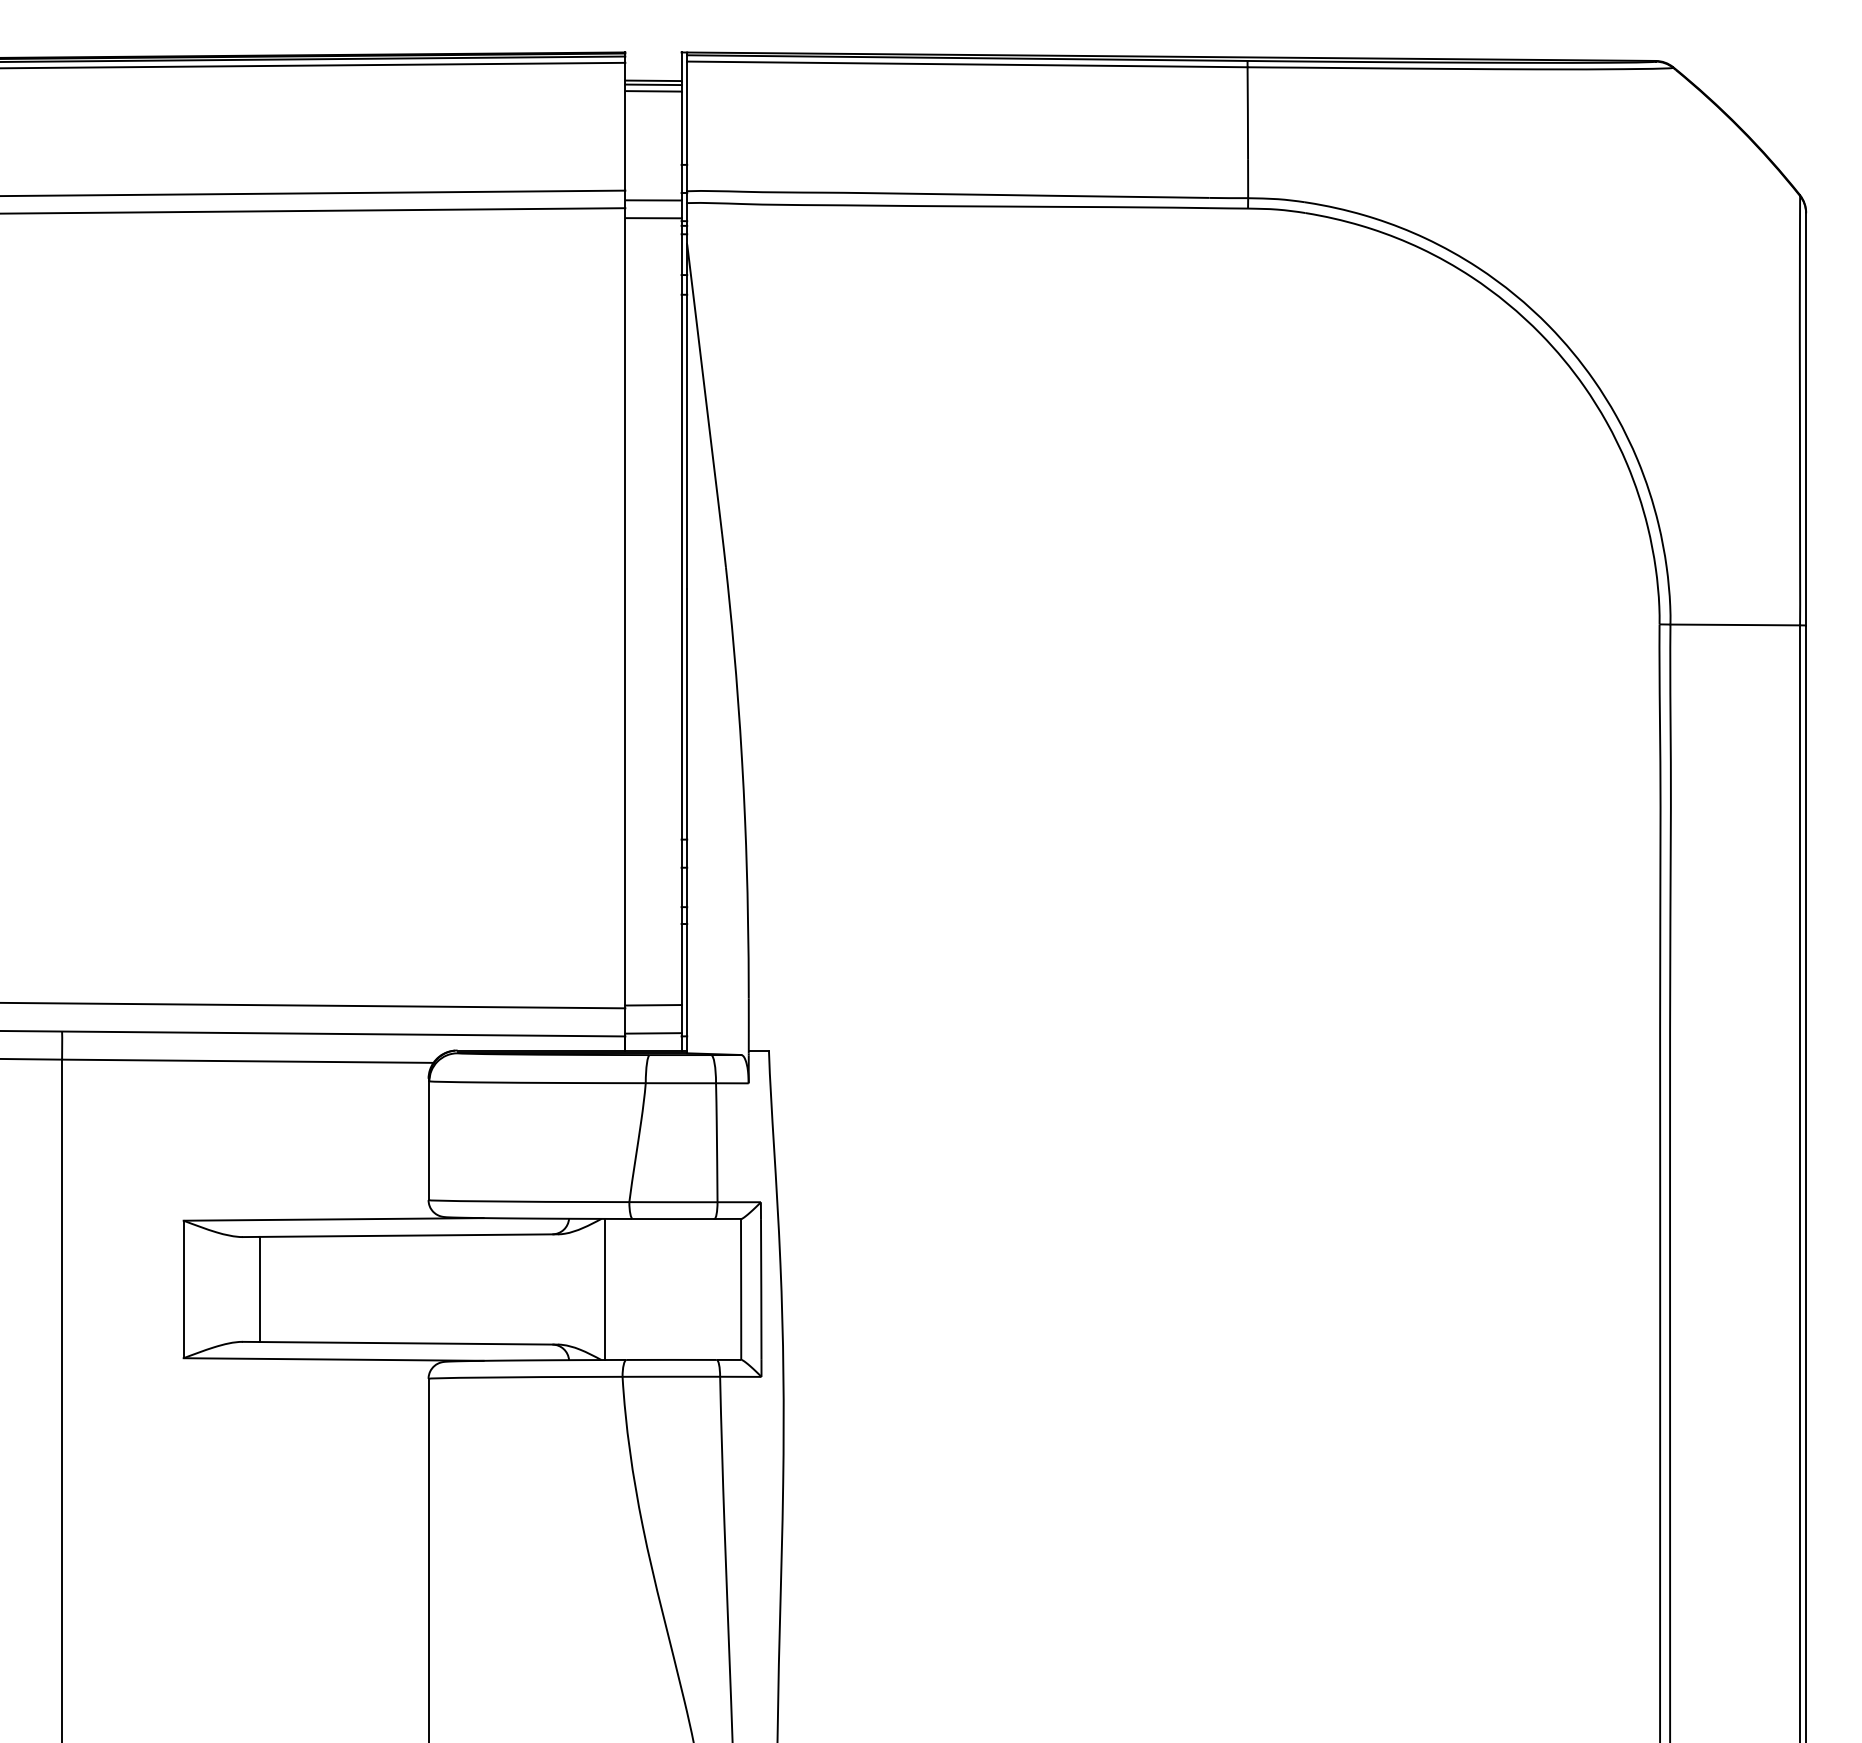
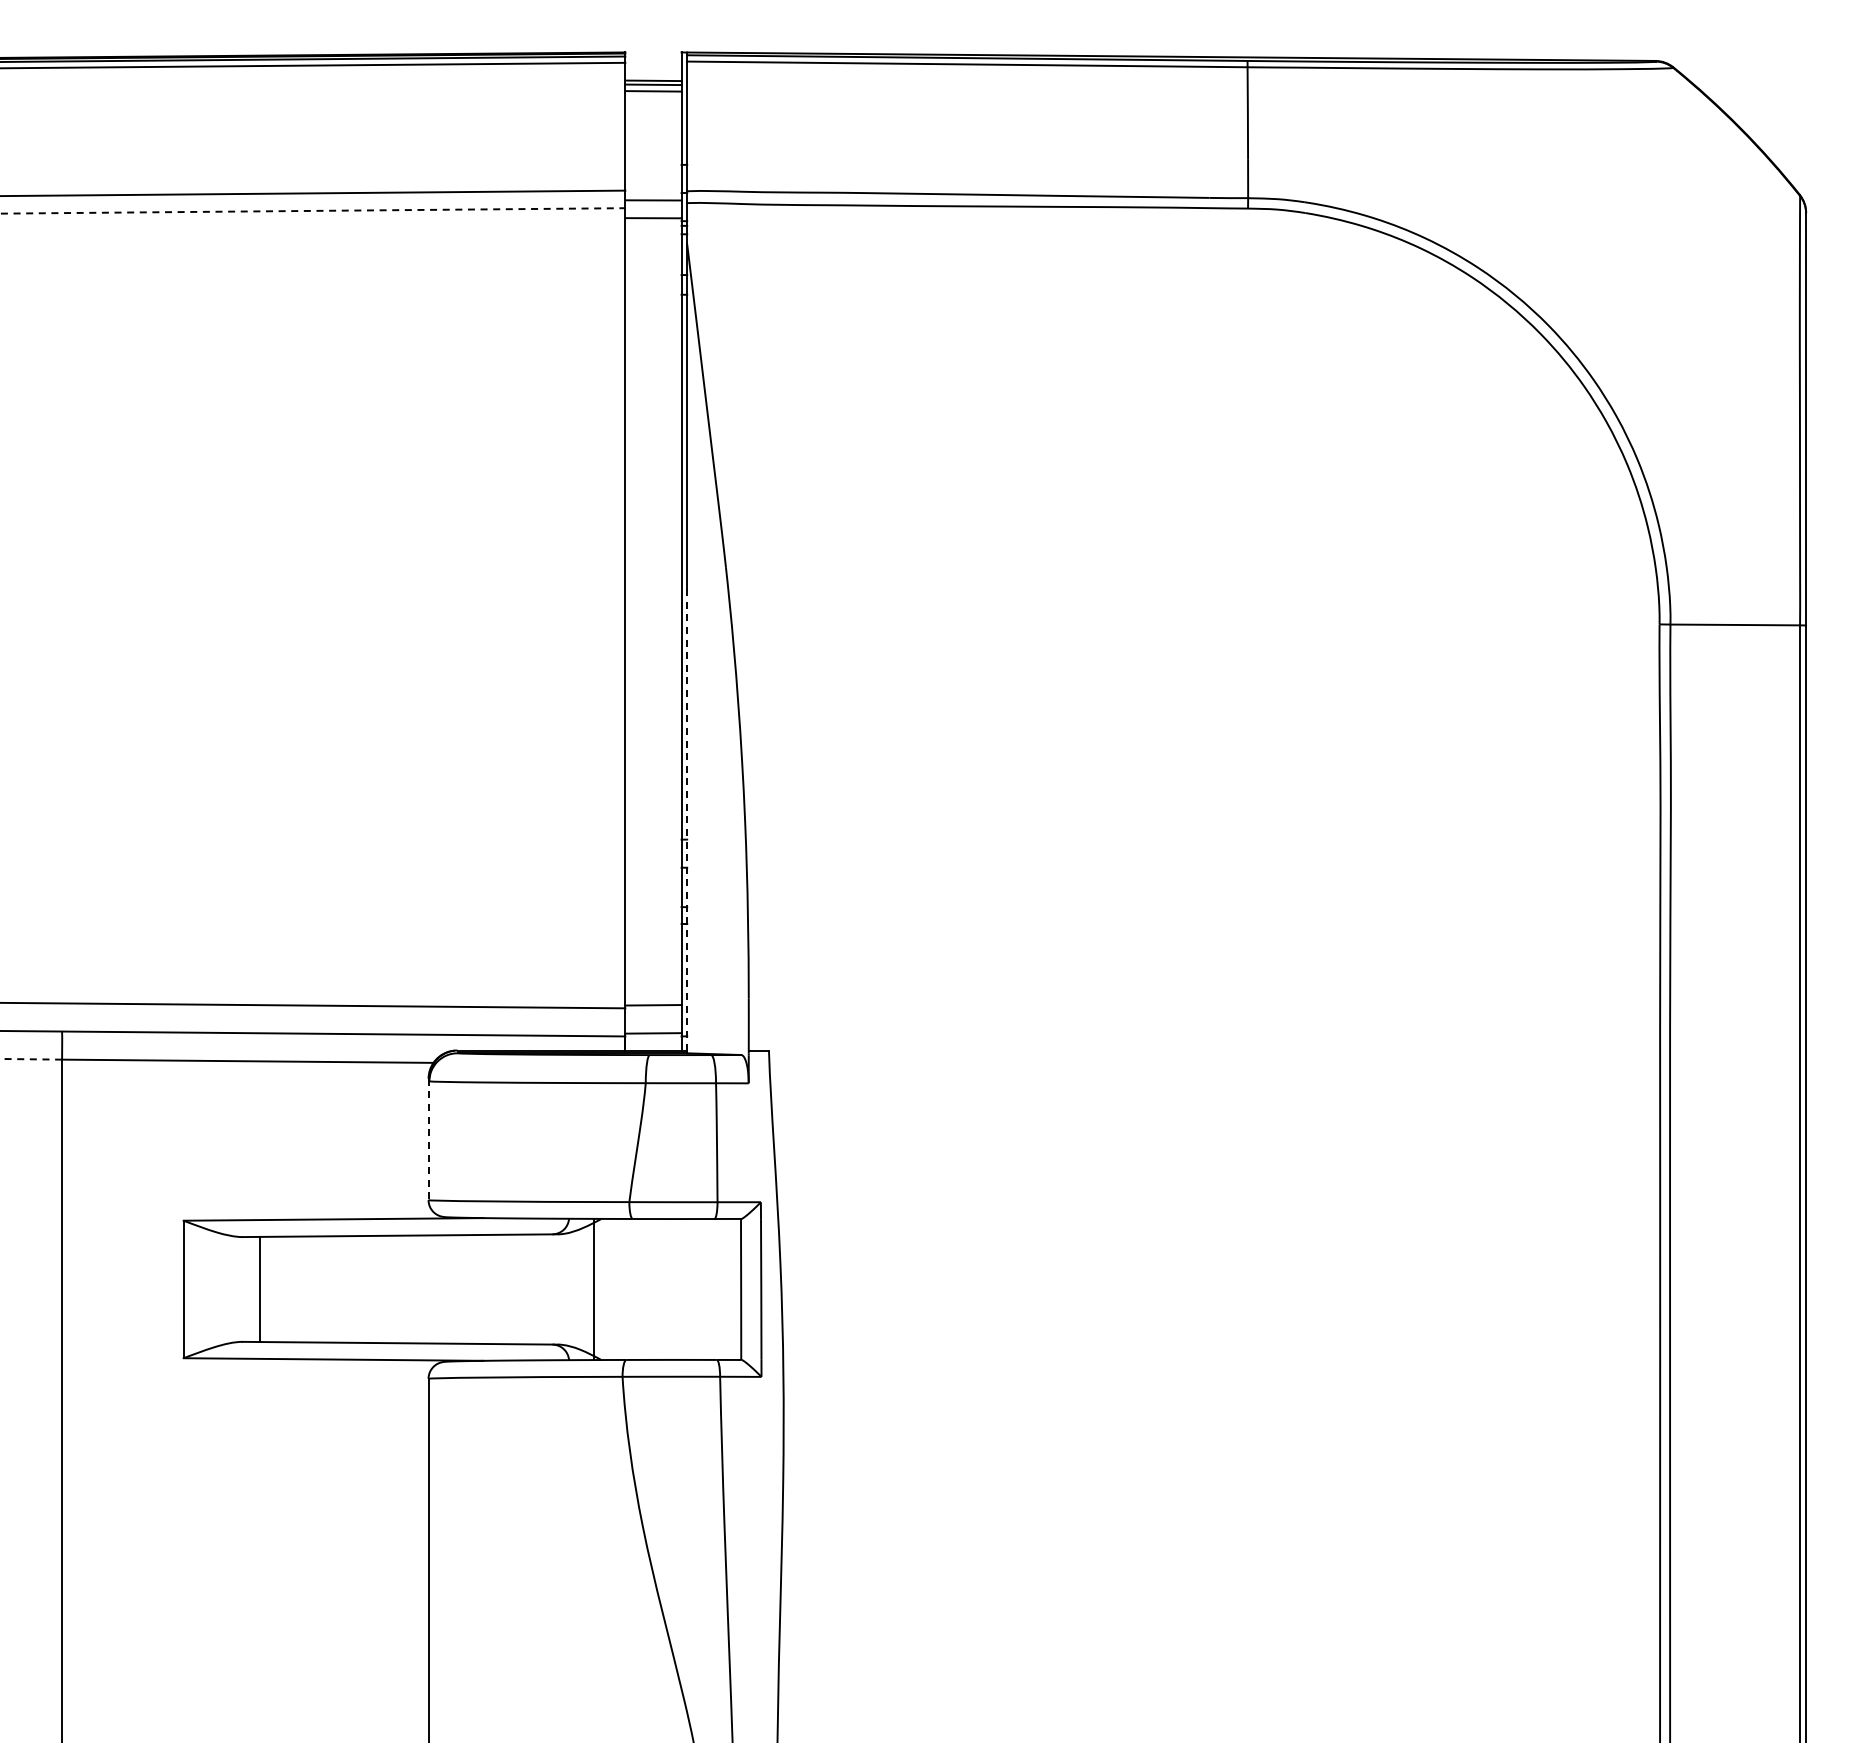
line at (313, 210): solid -> dashed
line at (687, 819): solid -> dashed
line at (31, 1059): solid -> dashed
line at (428, 1139): solid -> dashed
line at (604, 1289) position: (604, 1289) -> (593, 1289)
